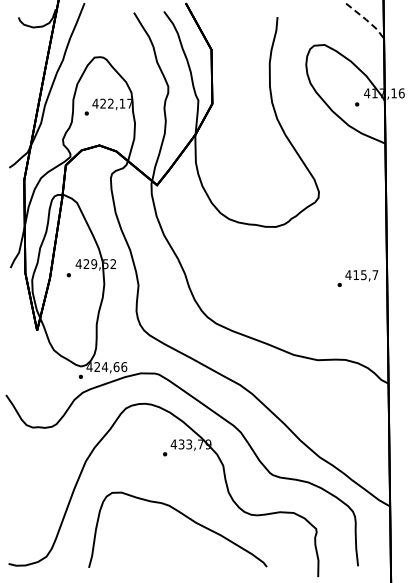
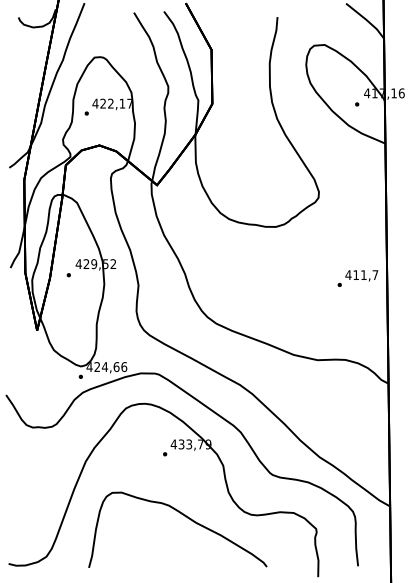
line at (367, 20): dashed -> solid
text at (363, 275): 415,7 -> 411,7
